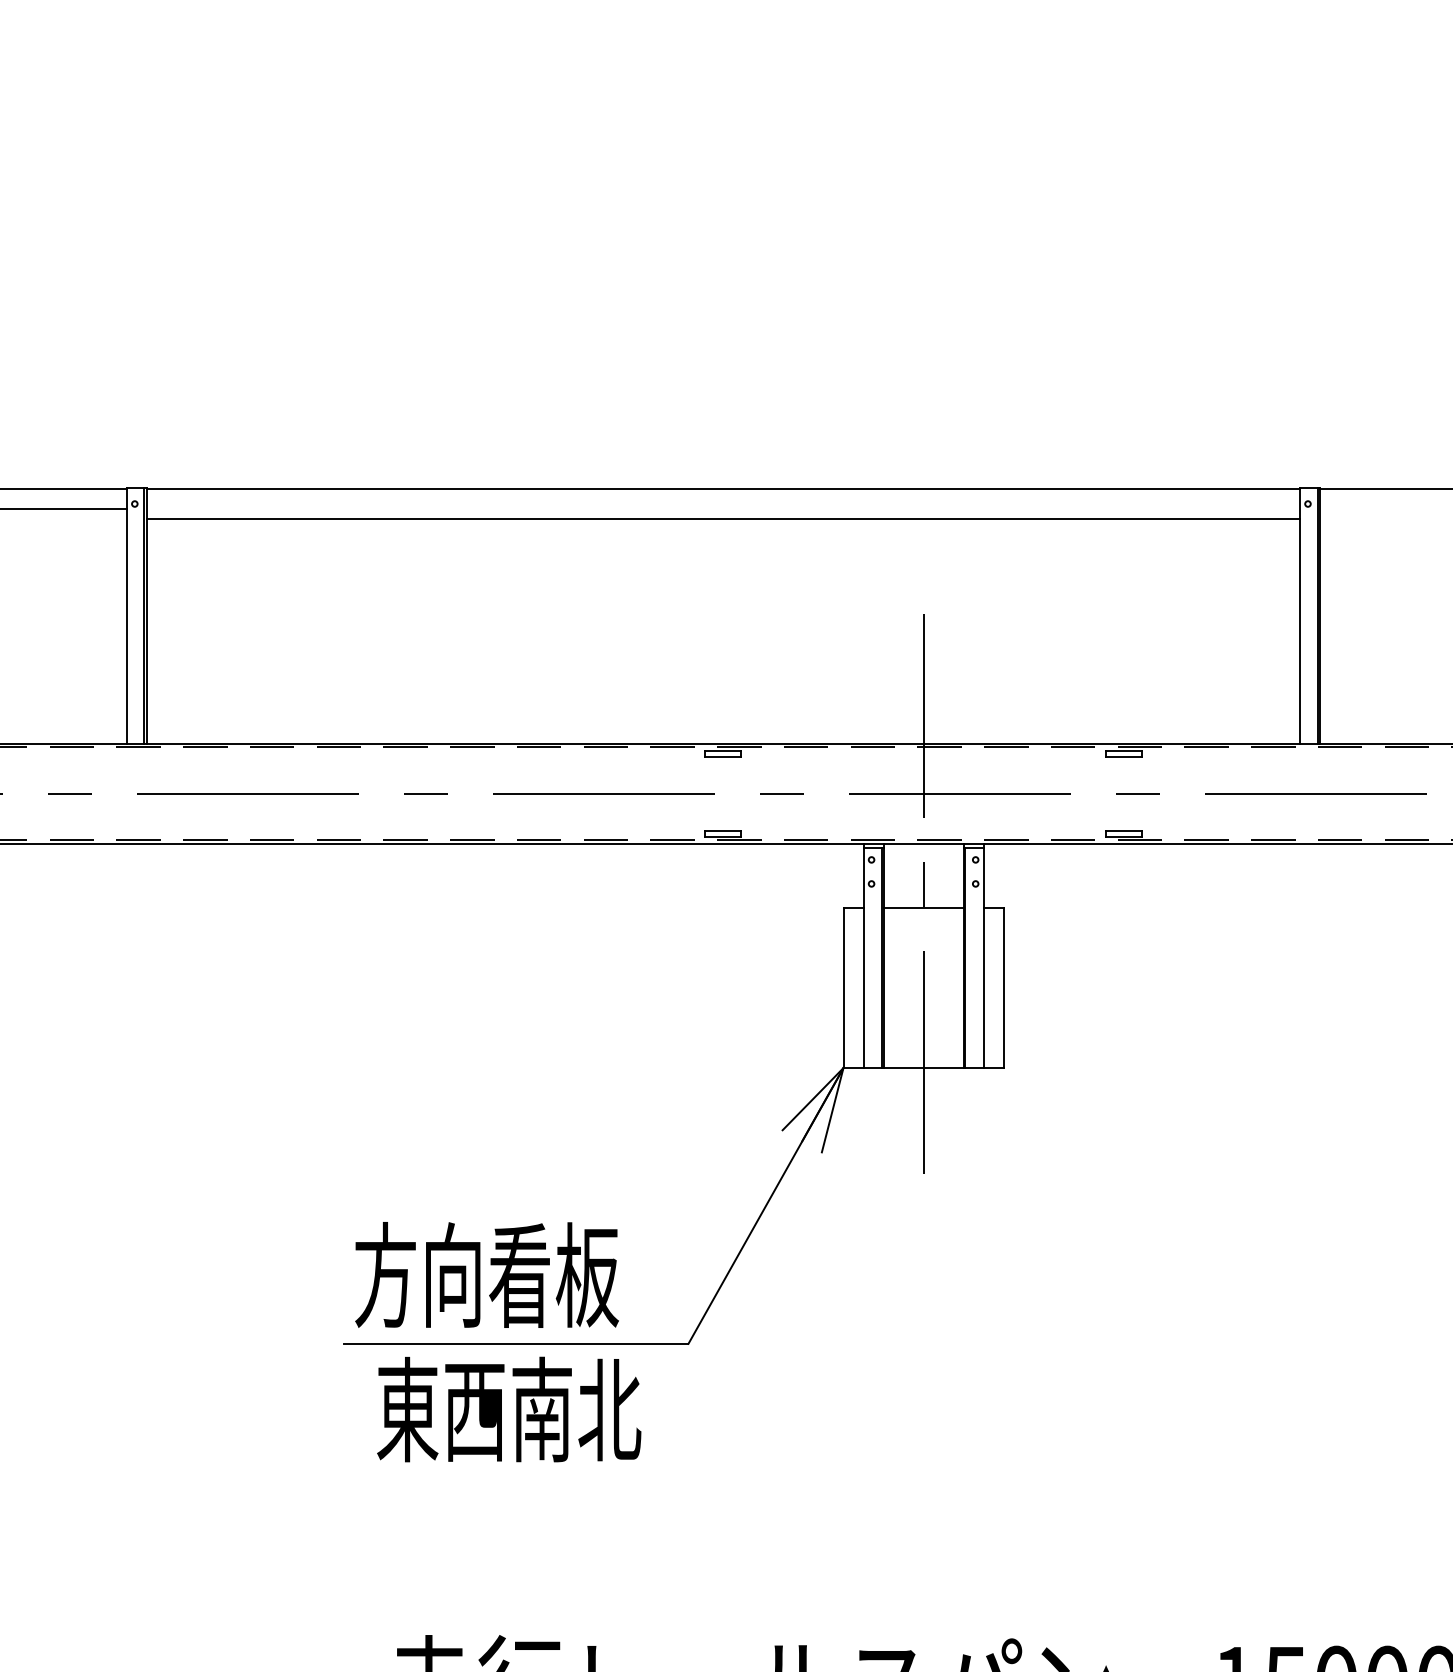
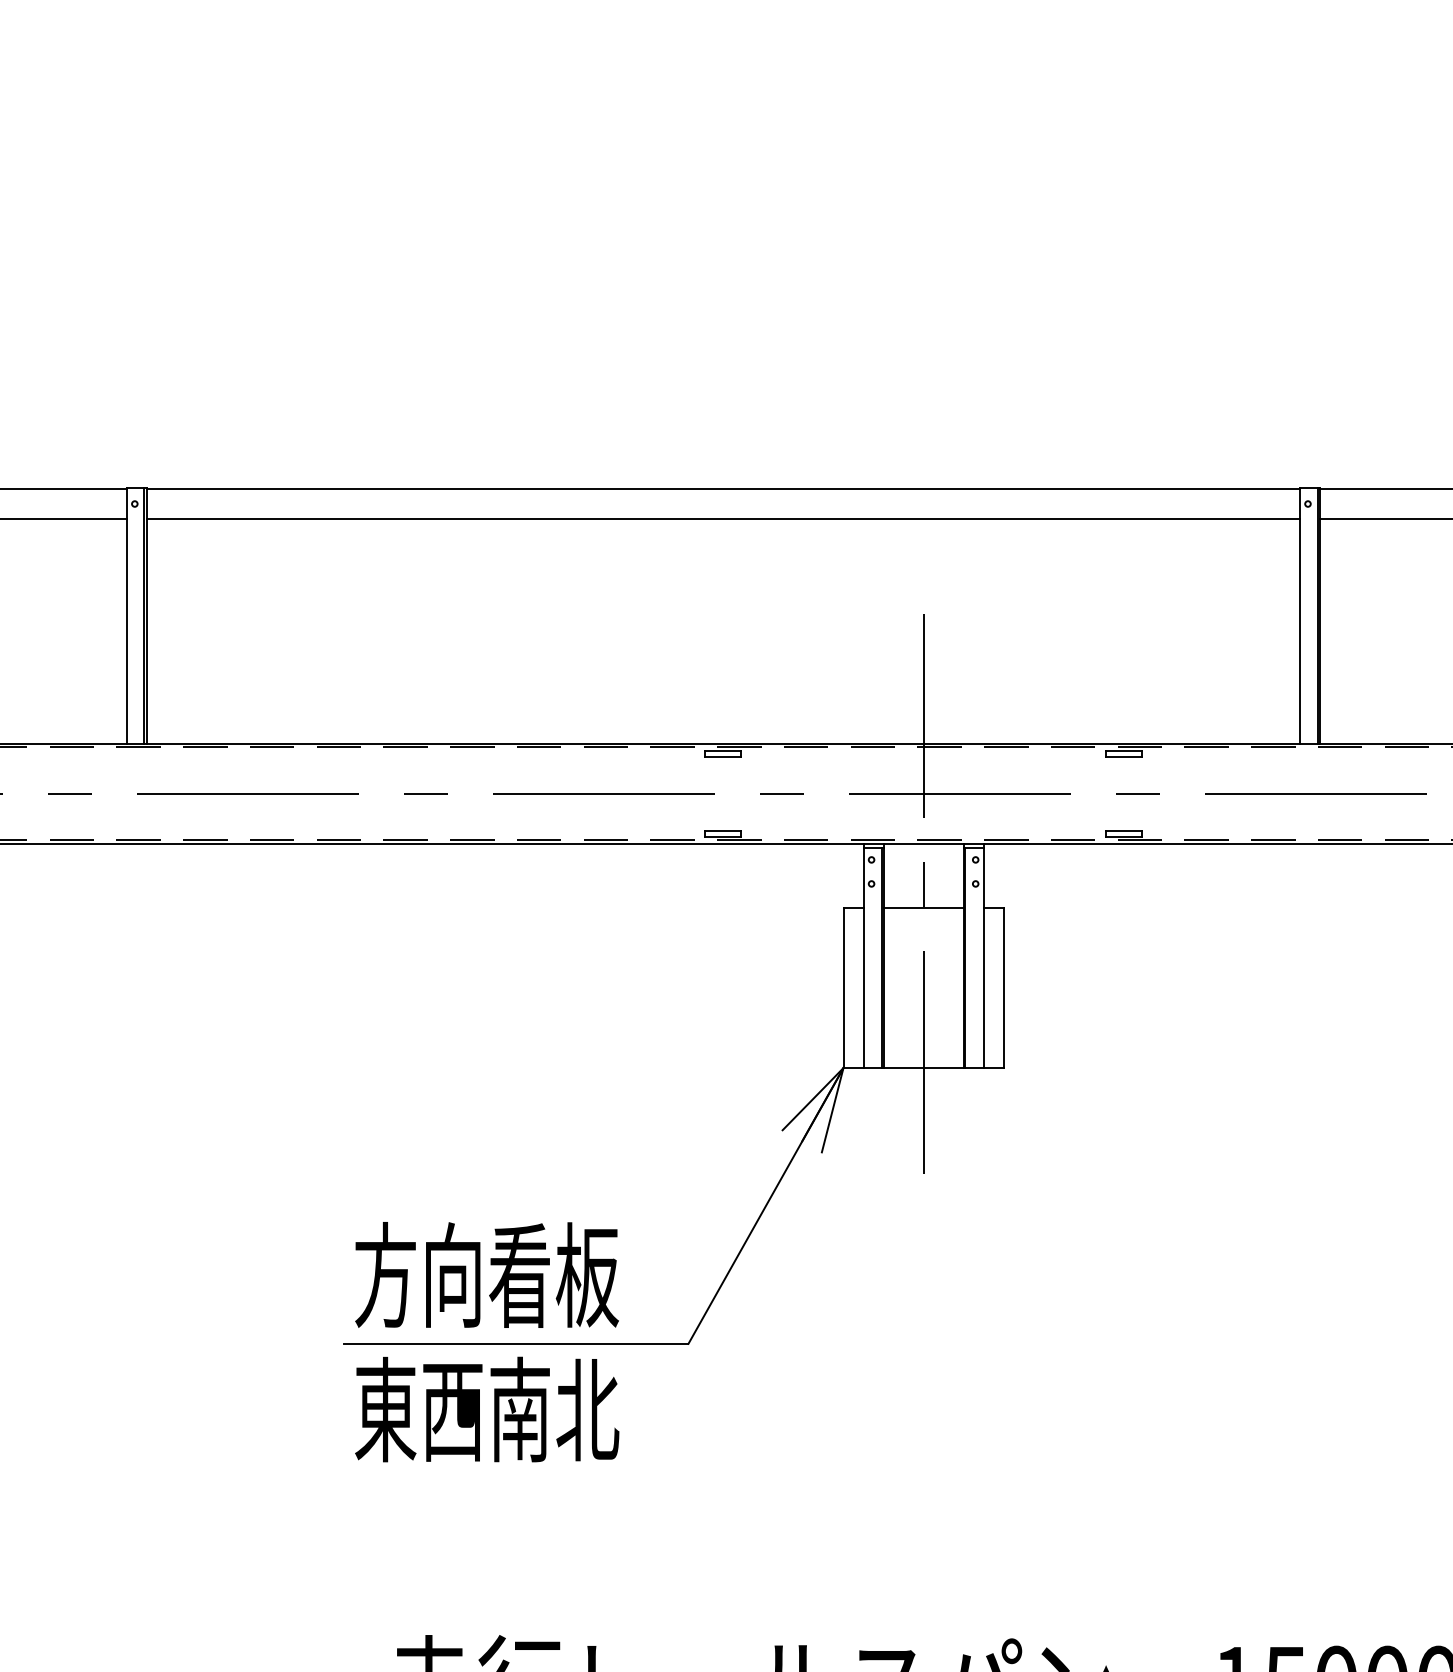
line at (64, 508) position: (64, 508) -> (64, 518)
line at (1384, 518): none -> present
text at (509, 1409) position: (509, 1409) -> (487, 1409)
